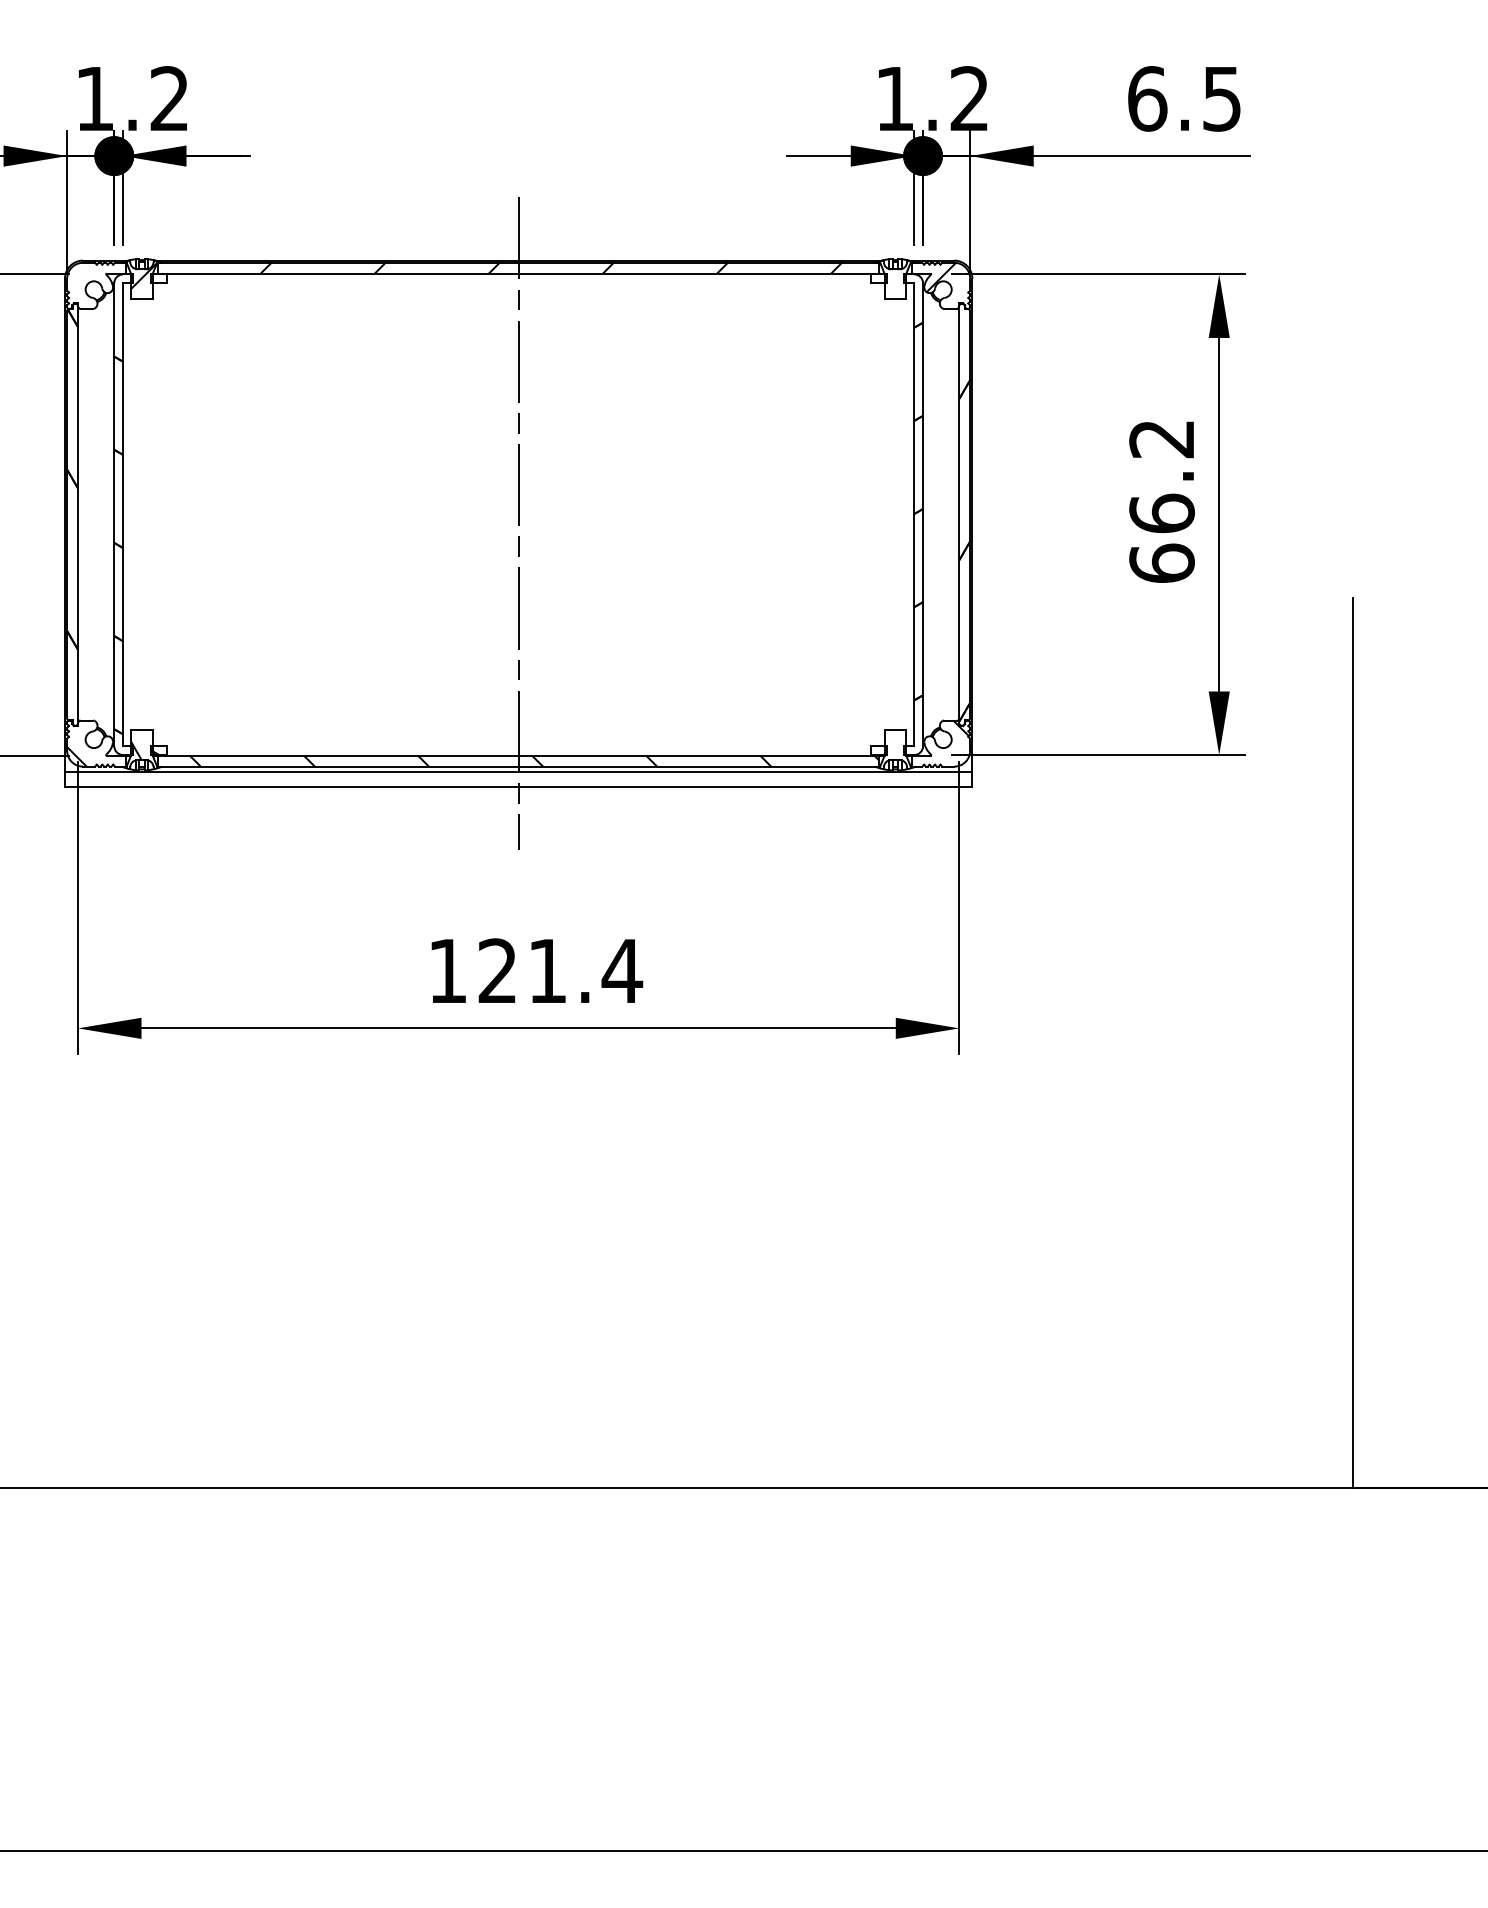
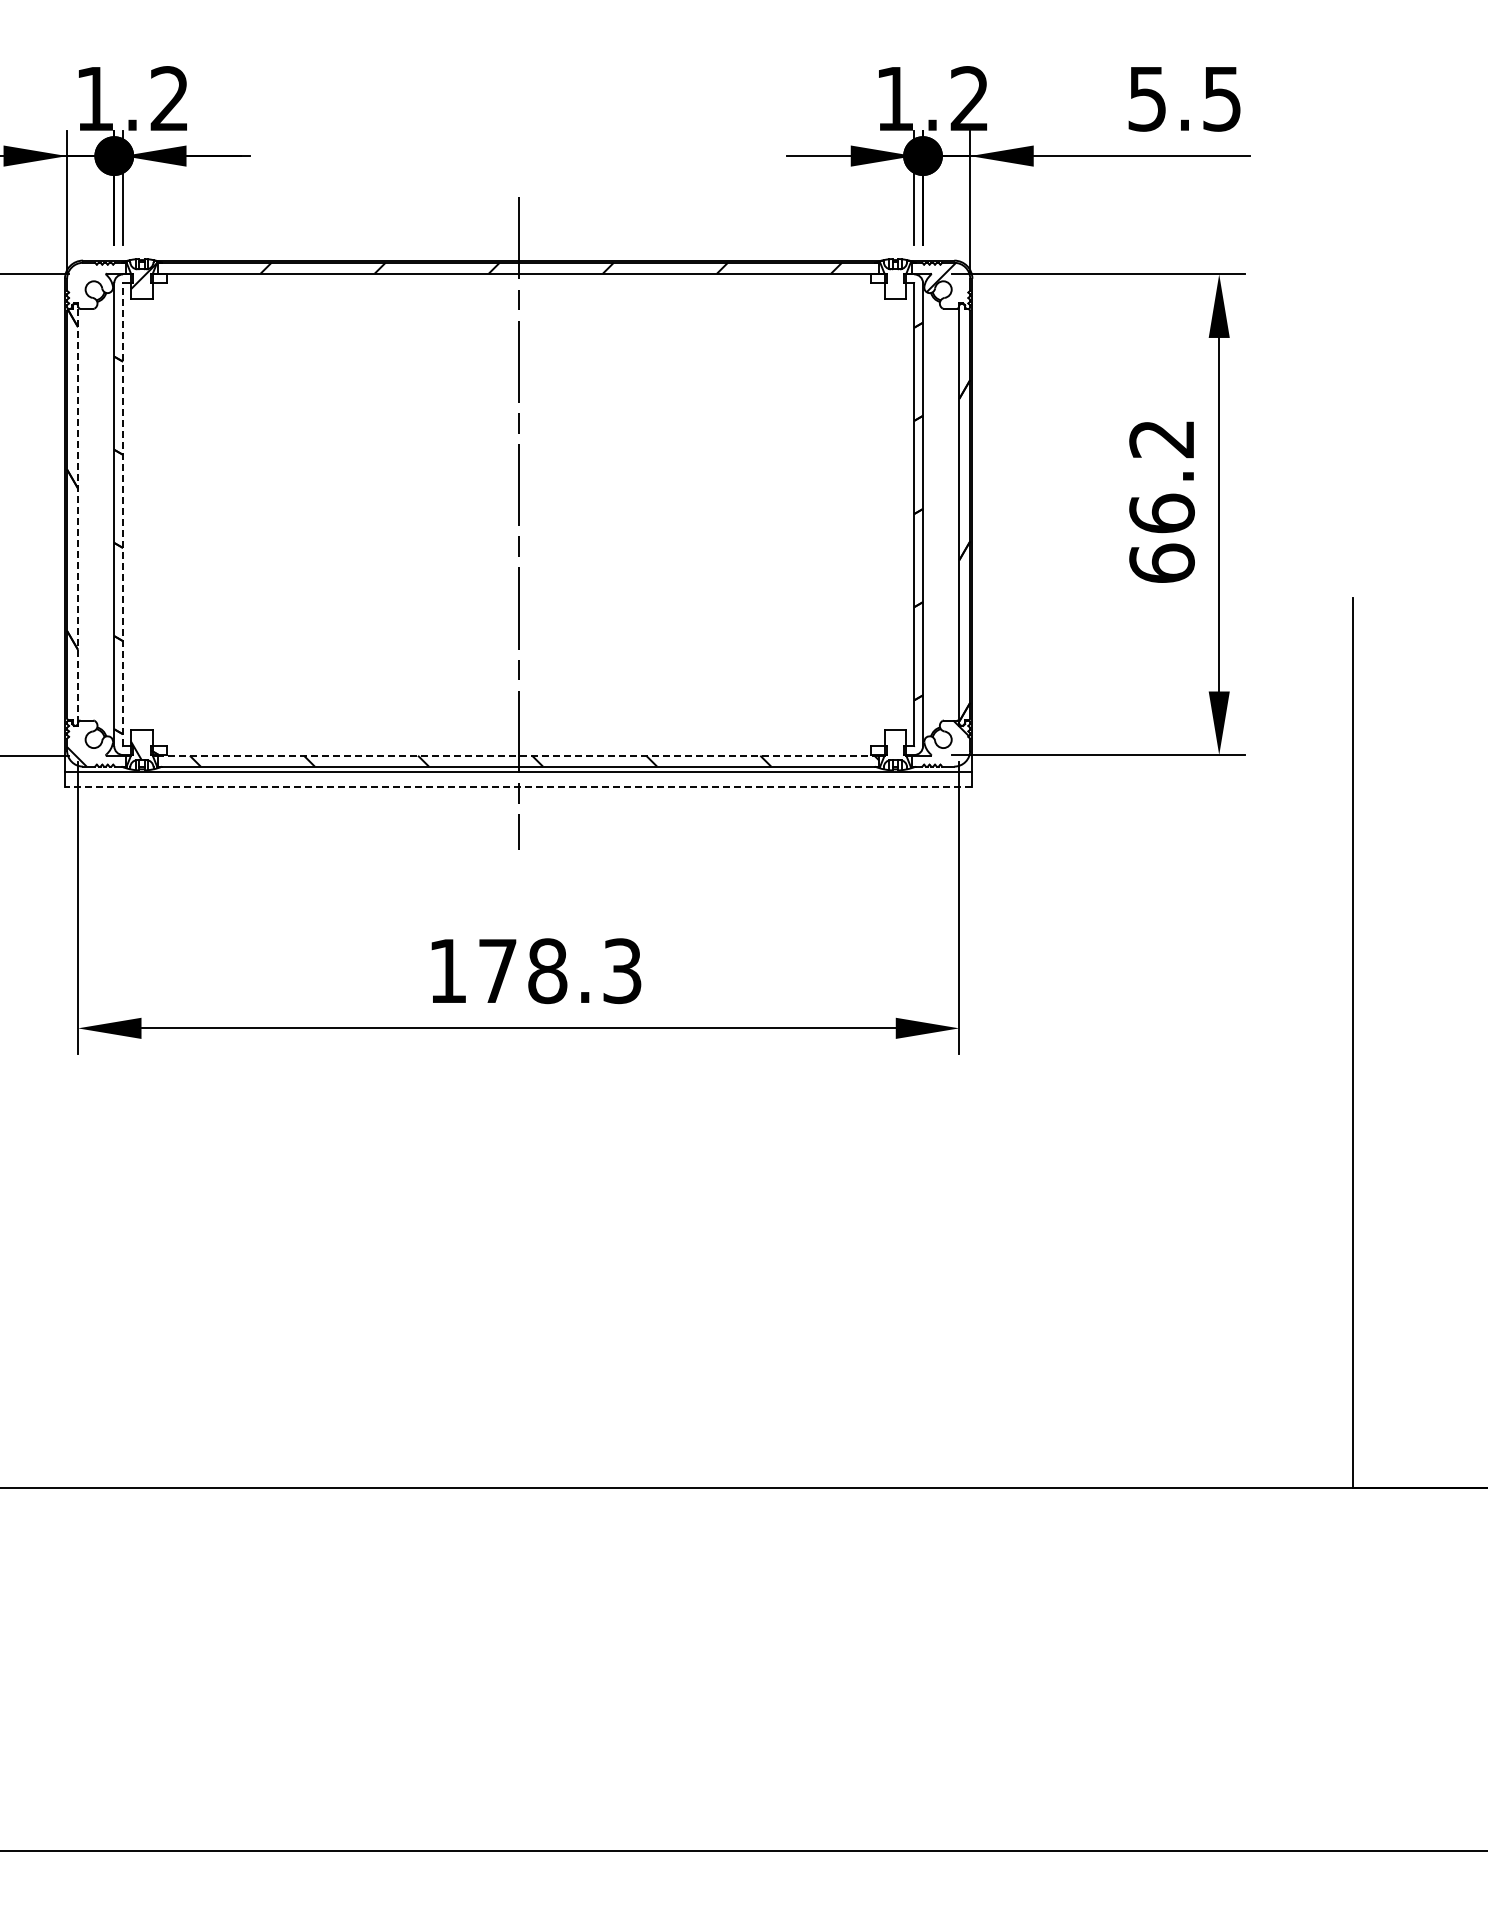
text at (1147, 98): 6.5 -> 5.5
line at (78, 514): solid -> dashed
line at (123, 514): solid -> dashed
line at (518, 755): solid -> dashed
line at (518, 786): solid -> dashed
text at (560, 971): 121.4 -> 178.3
